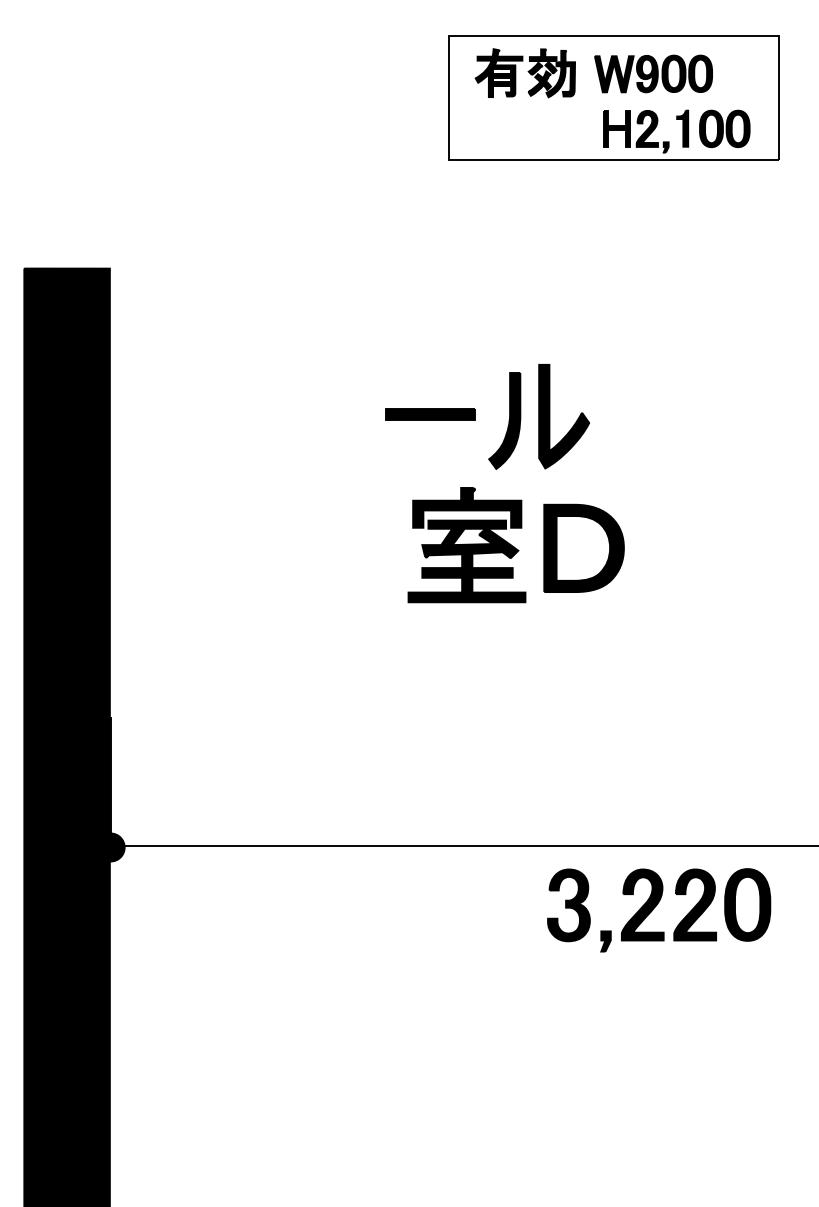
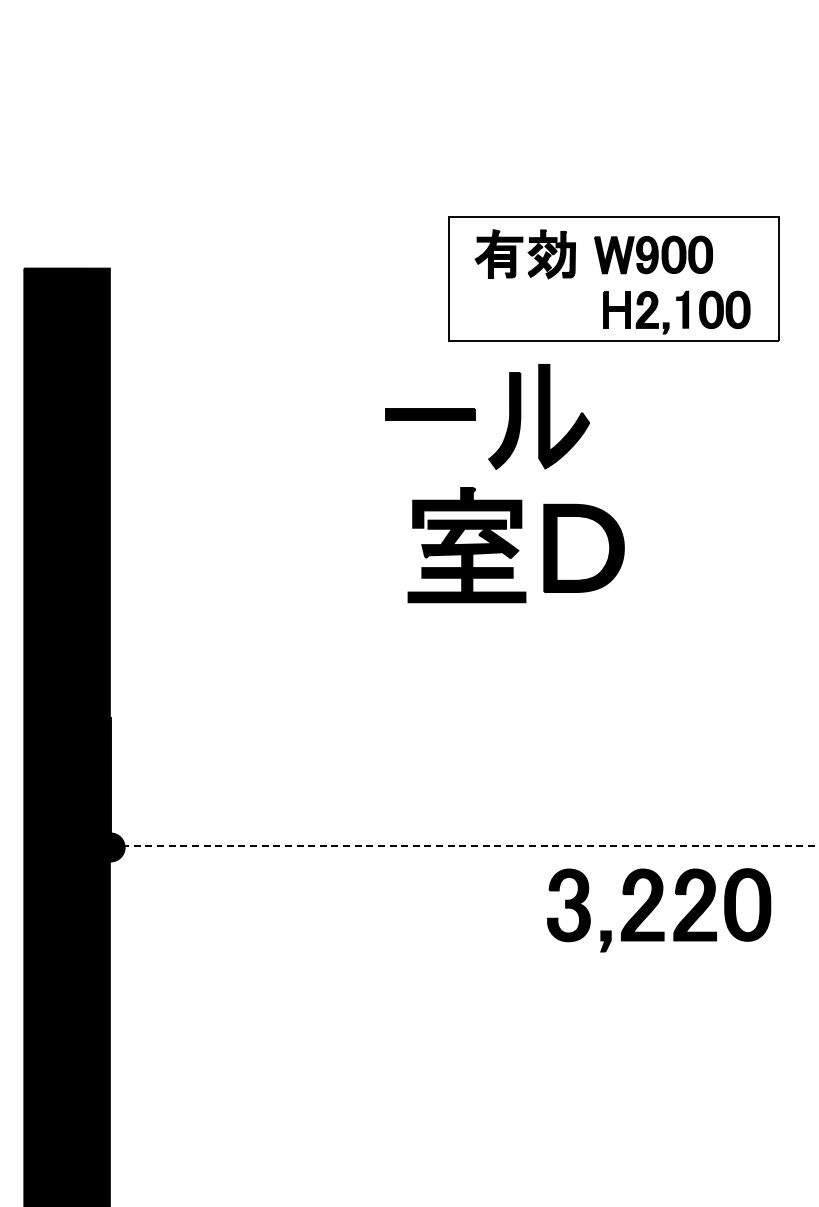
part at (613, 97) position: (613, 97) -> (613, 278)
line at (464, 846): solid -> dashed
